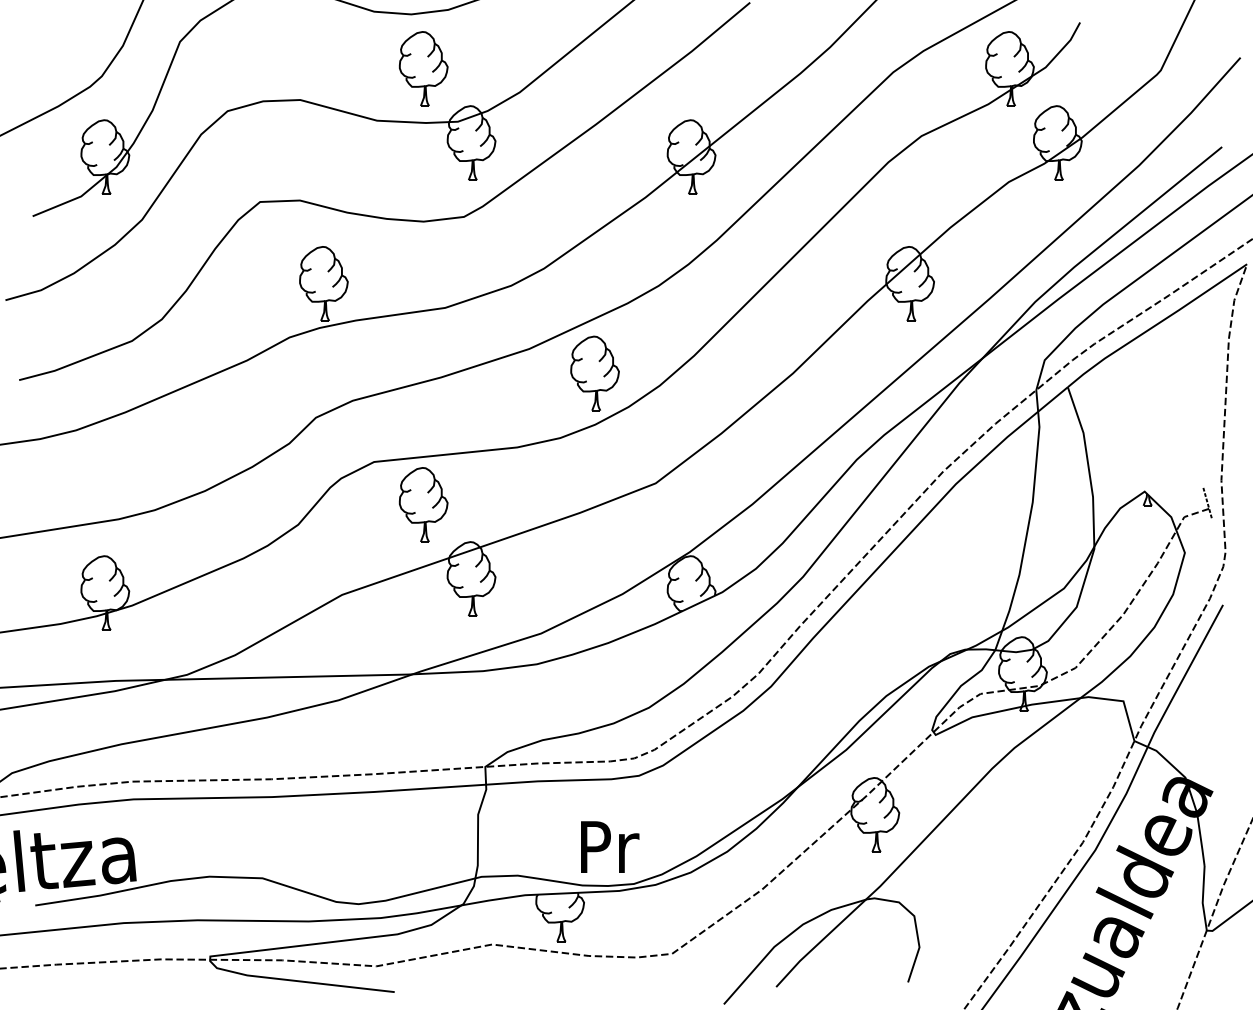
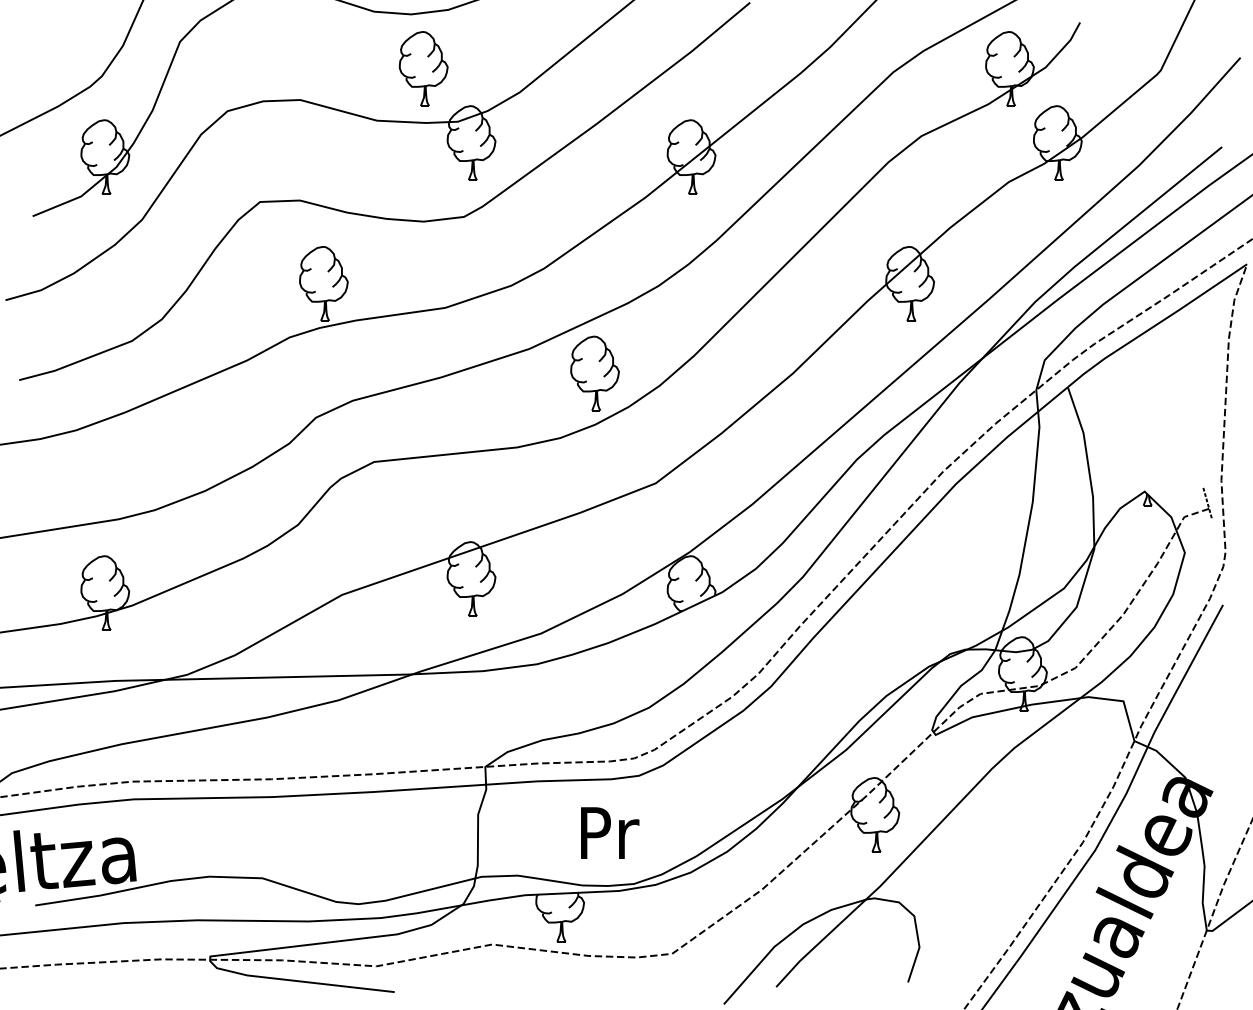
part at (423, 504): present -> none
text at (610, 846) position: (610, 846) -> (610, 832)
